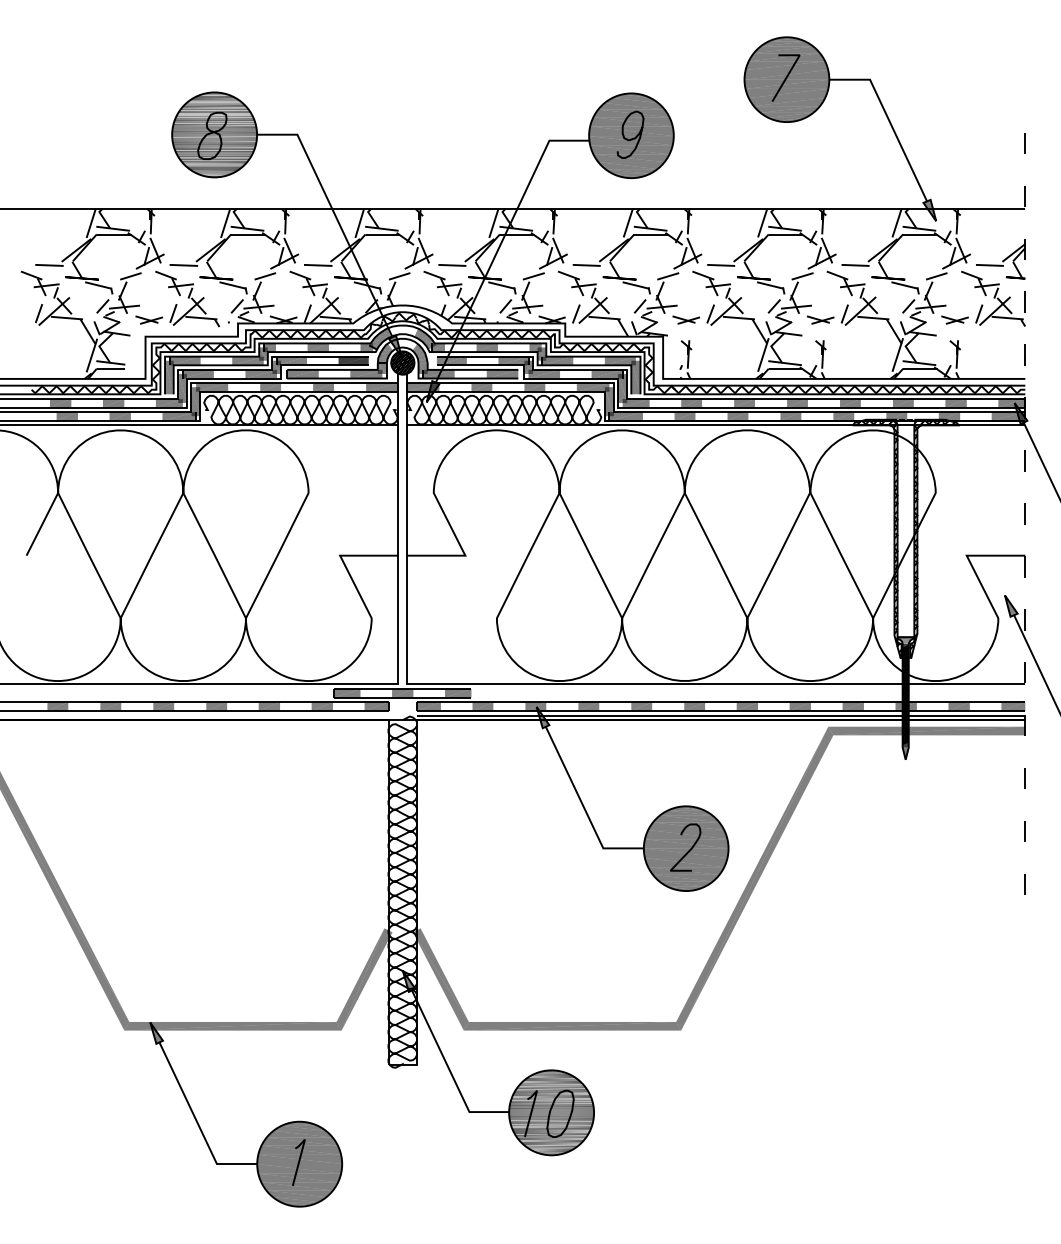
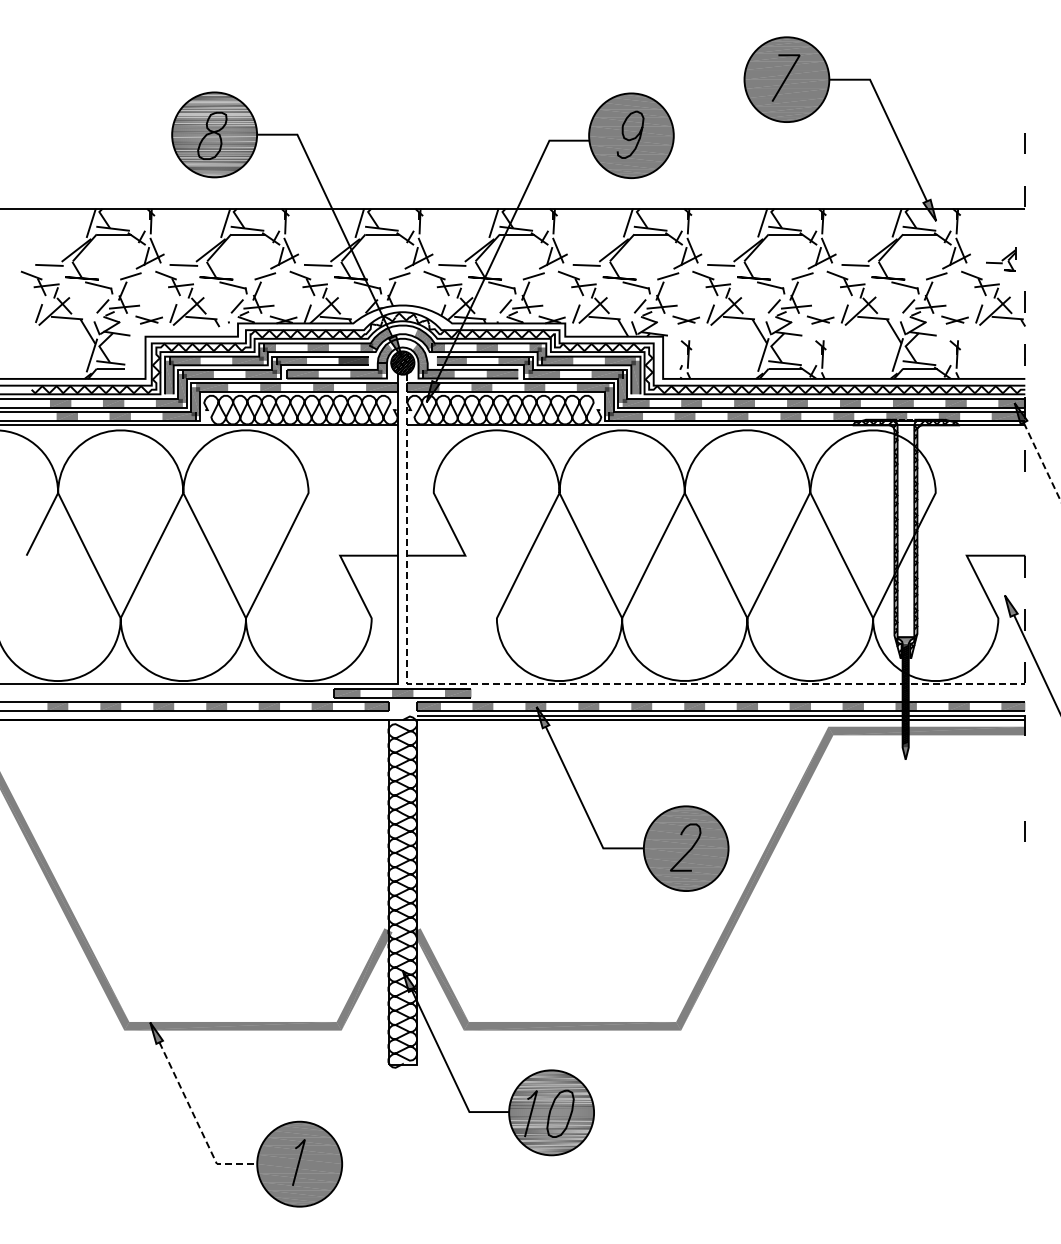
part at (1000, 259) size: 50x41 px -> 31x25 px
line at (1042, 462): solid -> dashed
line at (1024, 513): present -> none
line at (560, 684): solid -> dashed
line at (1024, 778): present -> none
line at (1024, 884): present -> none
line at (197, 1122): solid -> dashed
